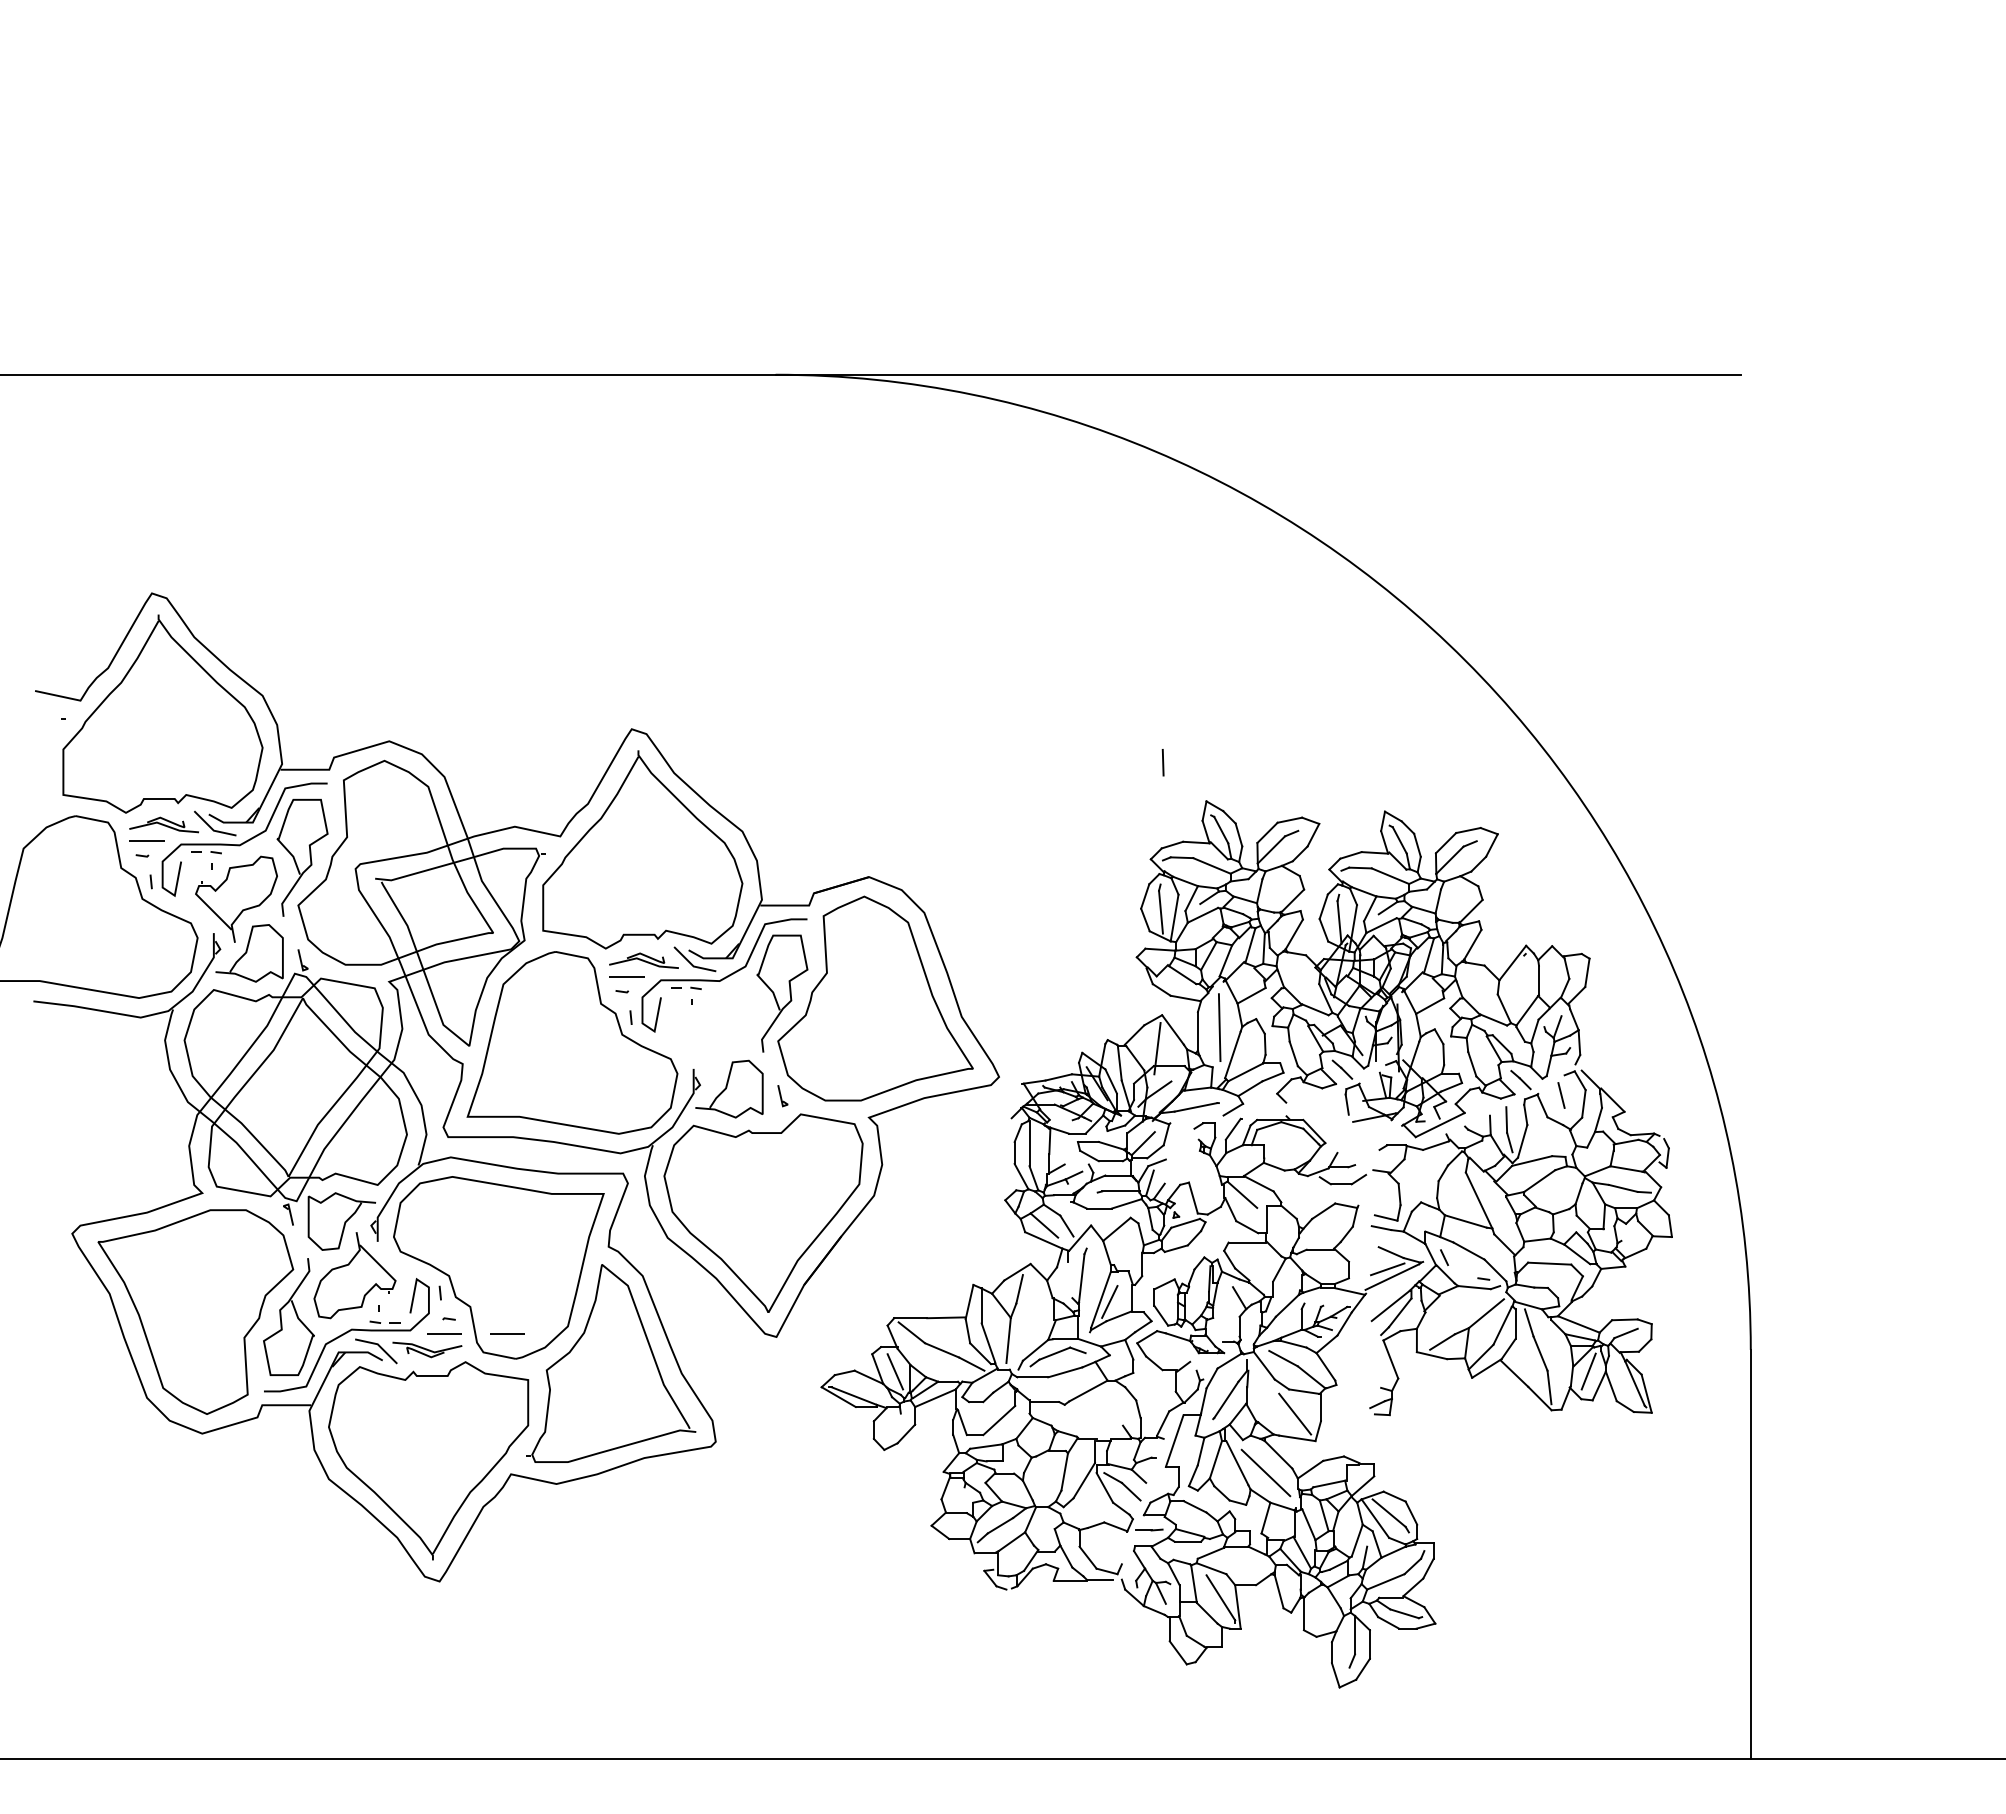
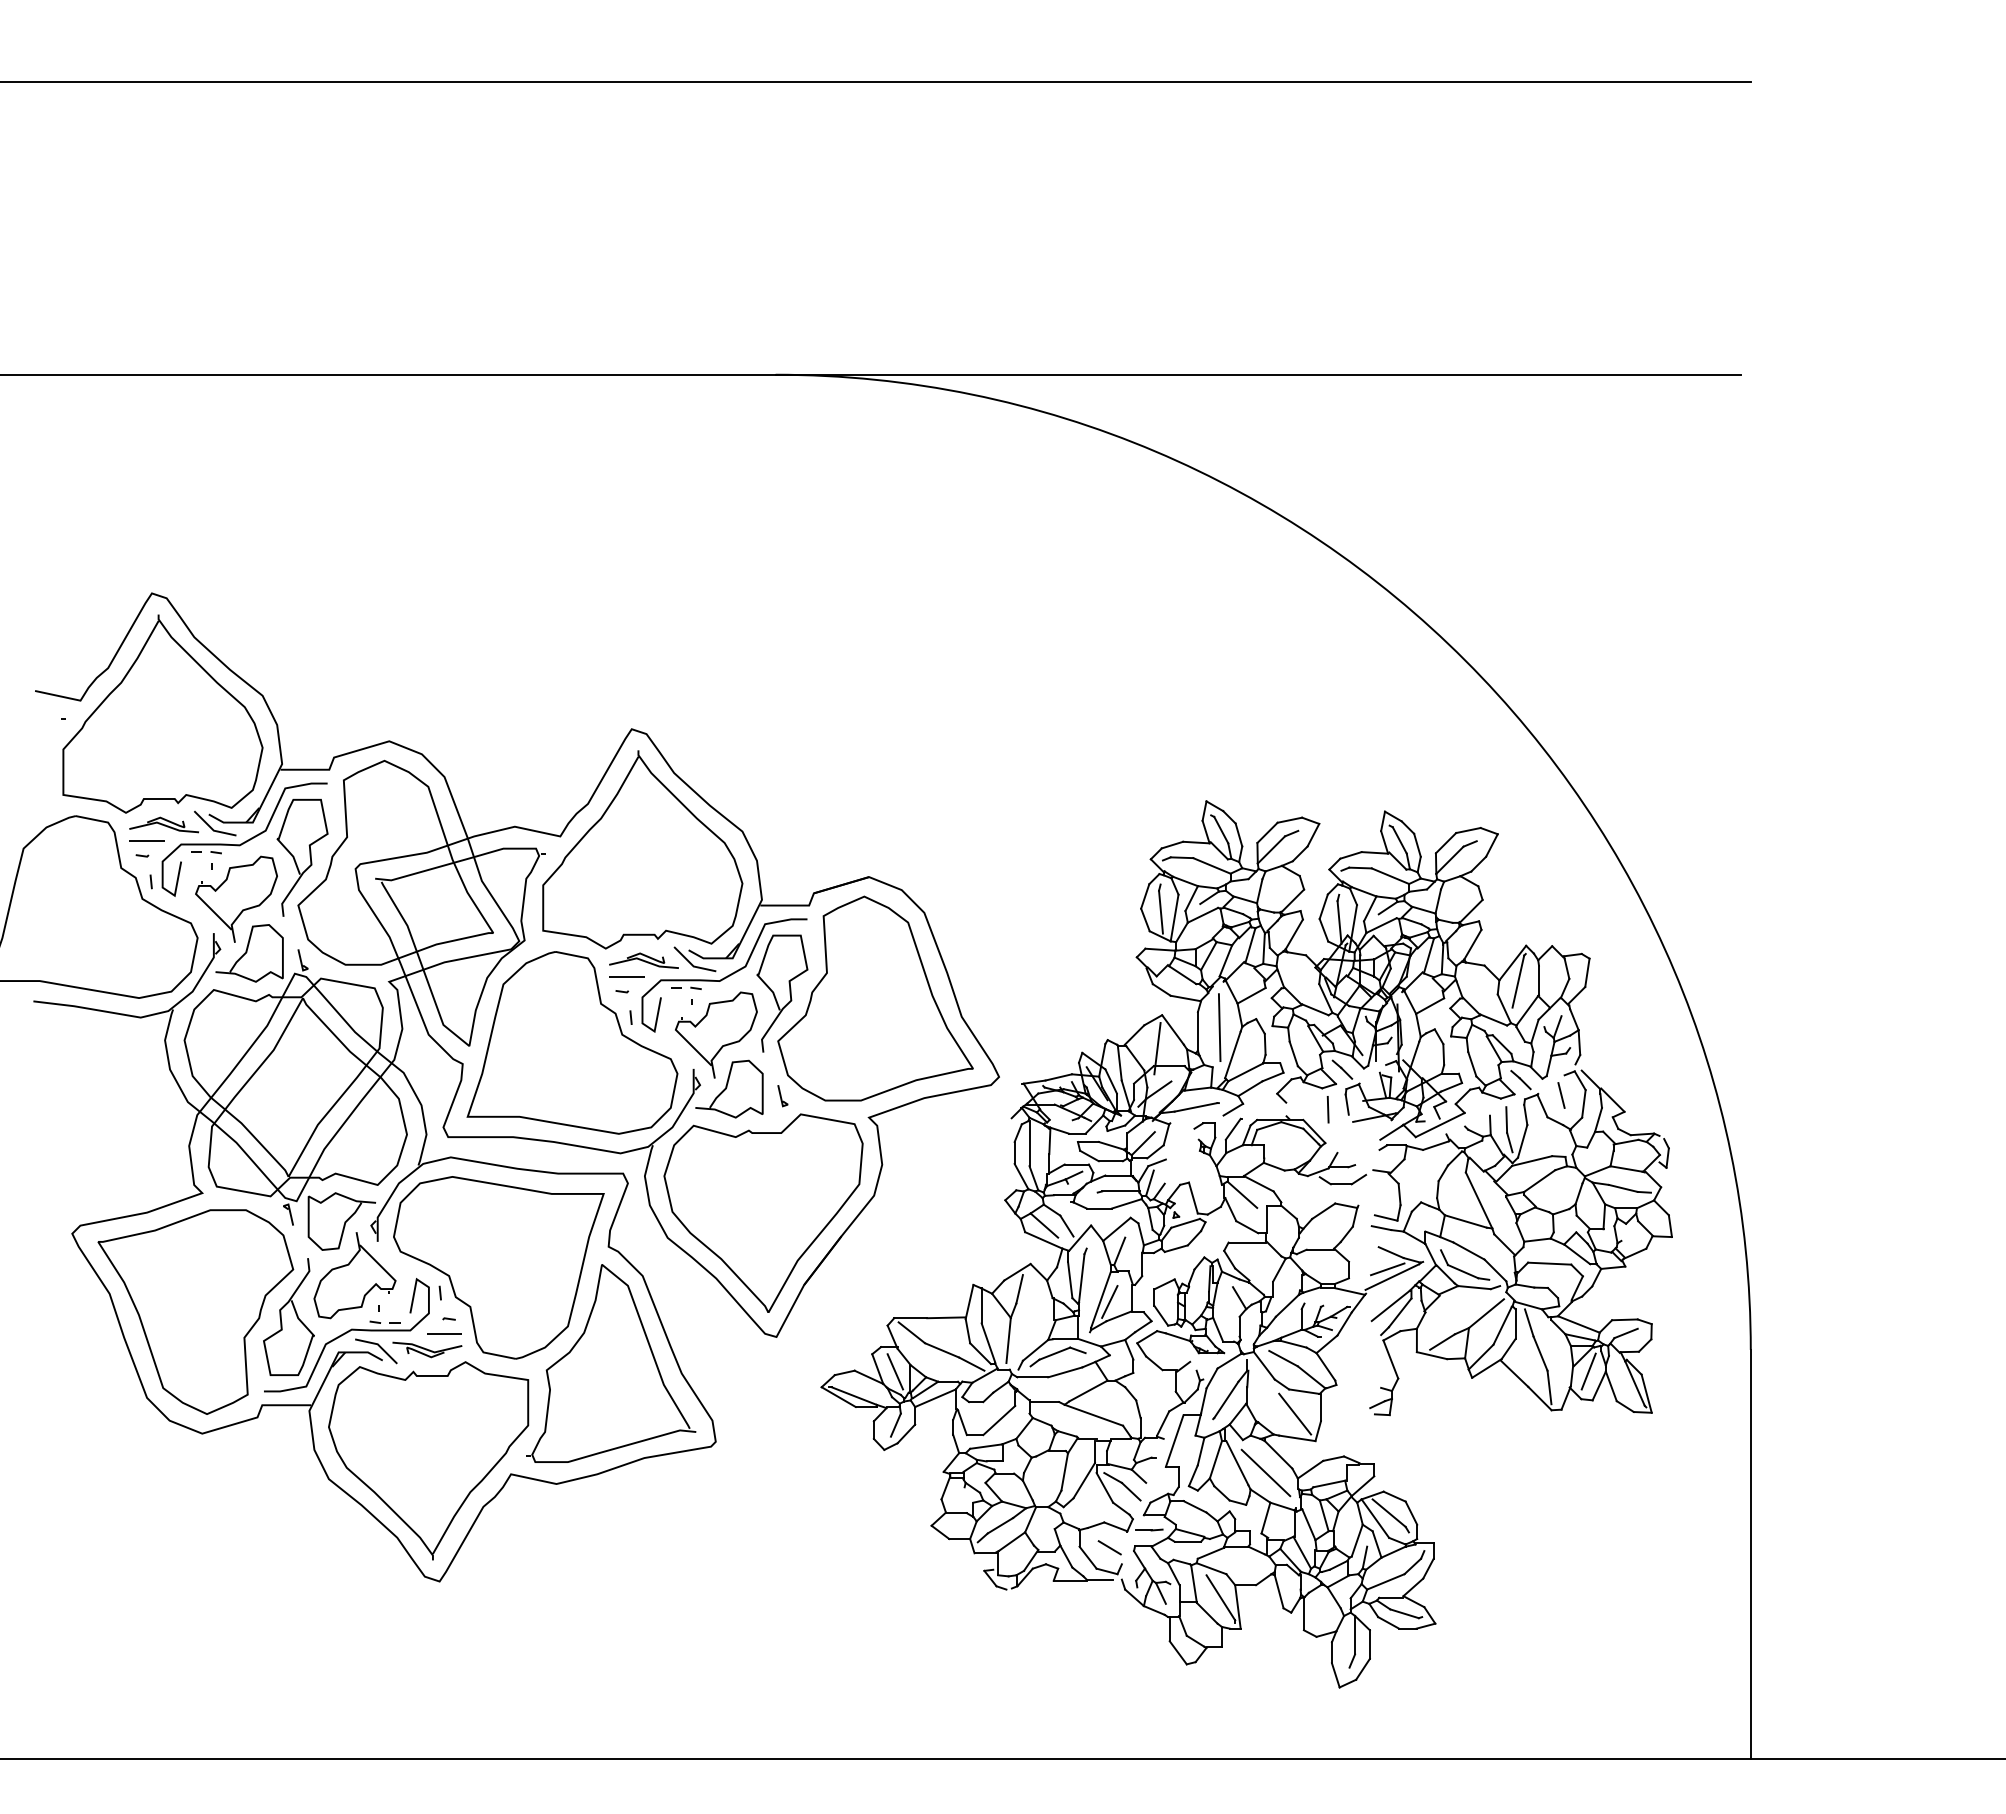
line at (876, 82): none -> present
line at (1162, 762) position: (1162, 762) -> (1327, 1109)
line at (1518, 981): none -> present
part at (716, 1034): none -> present
line at (1391, 1132): none -> present
line at (1076, 1164): none -> present
line at (1119, 1251): none -> present
line at (1463, 1271): none -> present
line at (1070, 1279): none -> present
line at (1218, 1329): none -> present
line at (507, 1333): present -> none
line at (1093, 1414): none -> present
line at (895, 1424): none -> present
line at (1109, 1547): none -> present
